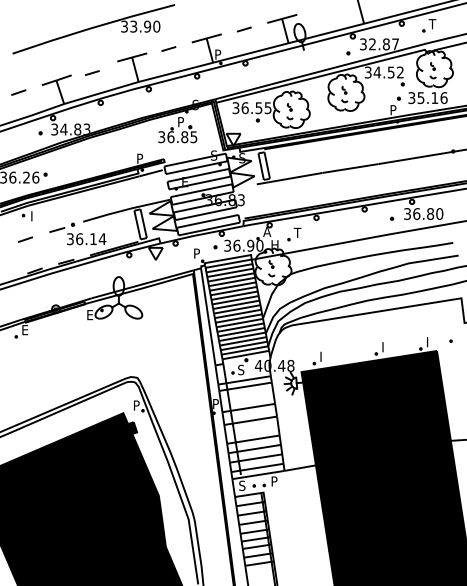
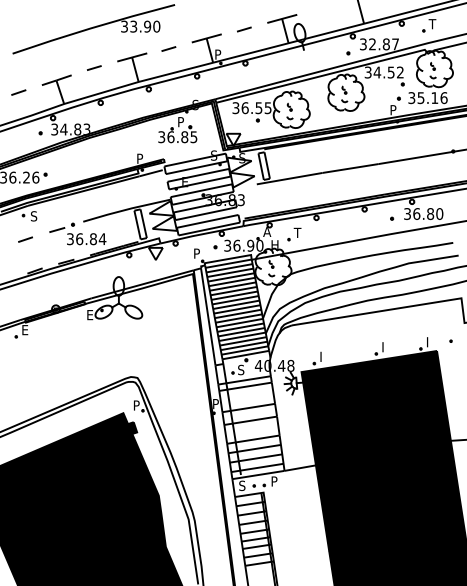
line at (91, 72) position: (91, 72) -> (93, 67)
text at (33, 216): I -> S
text at (92, 239): 36.14 -> 36.84
